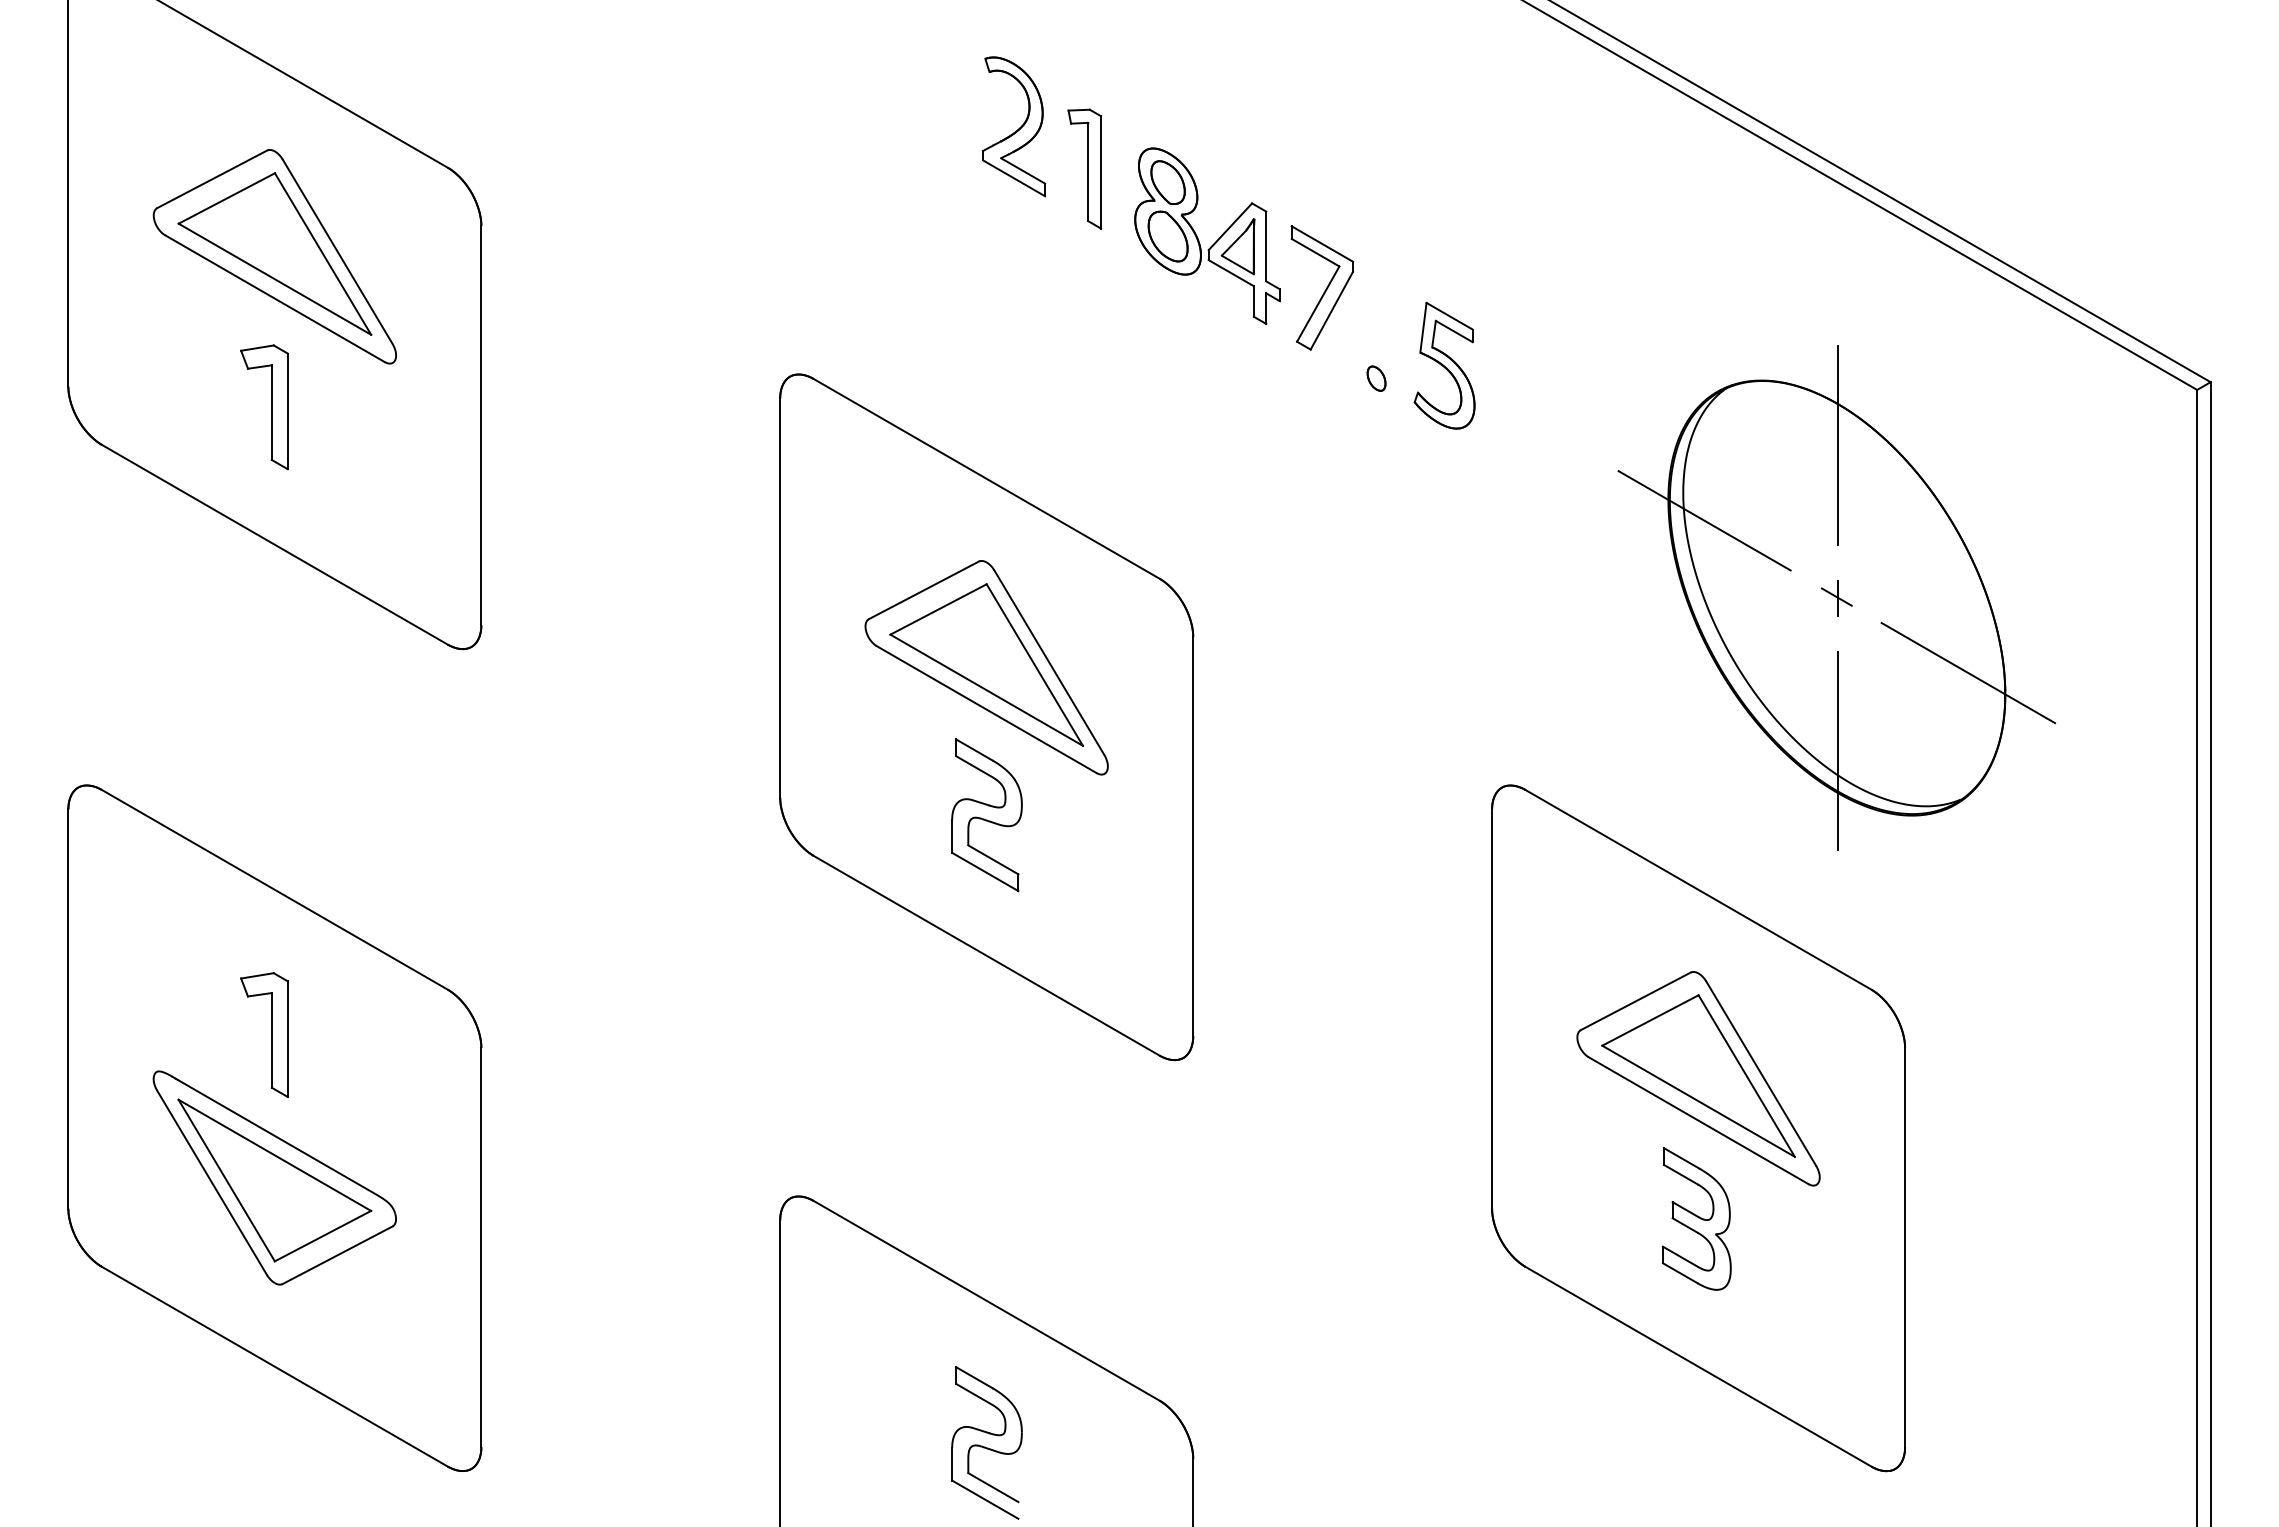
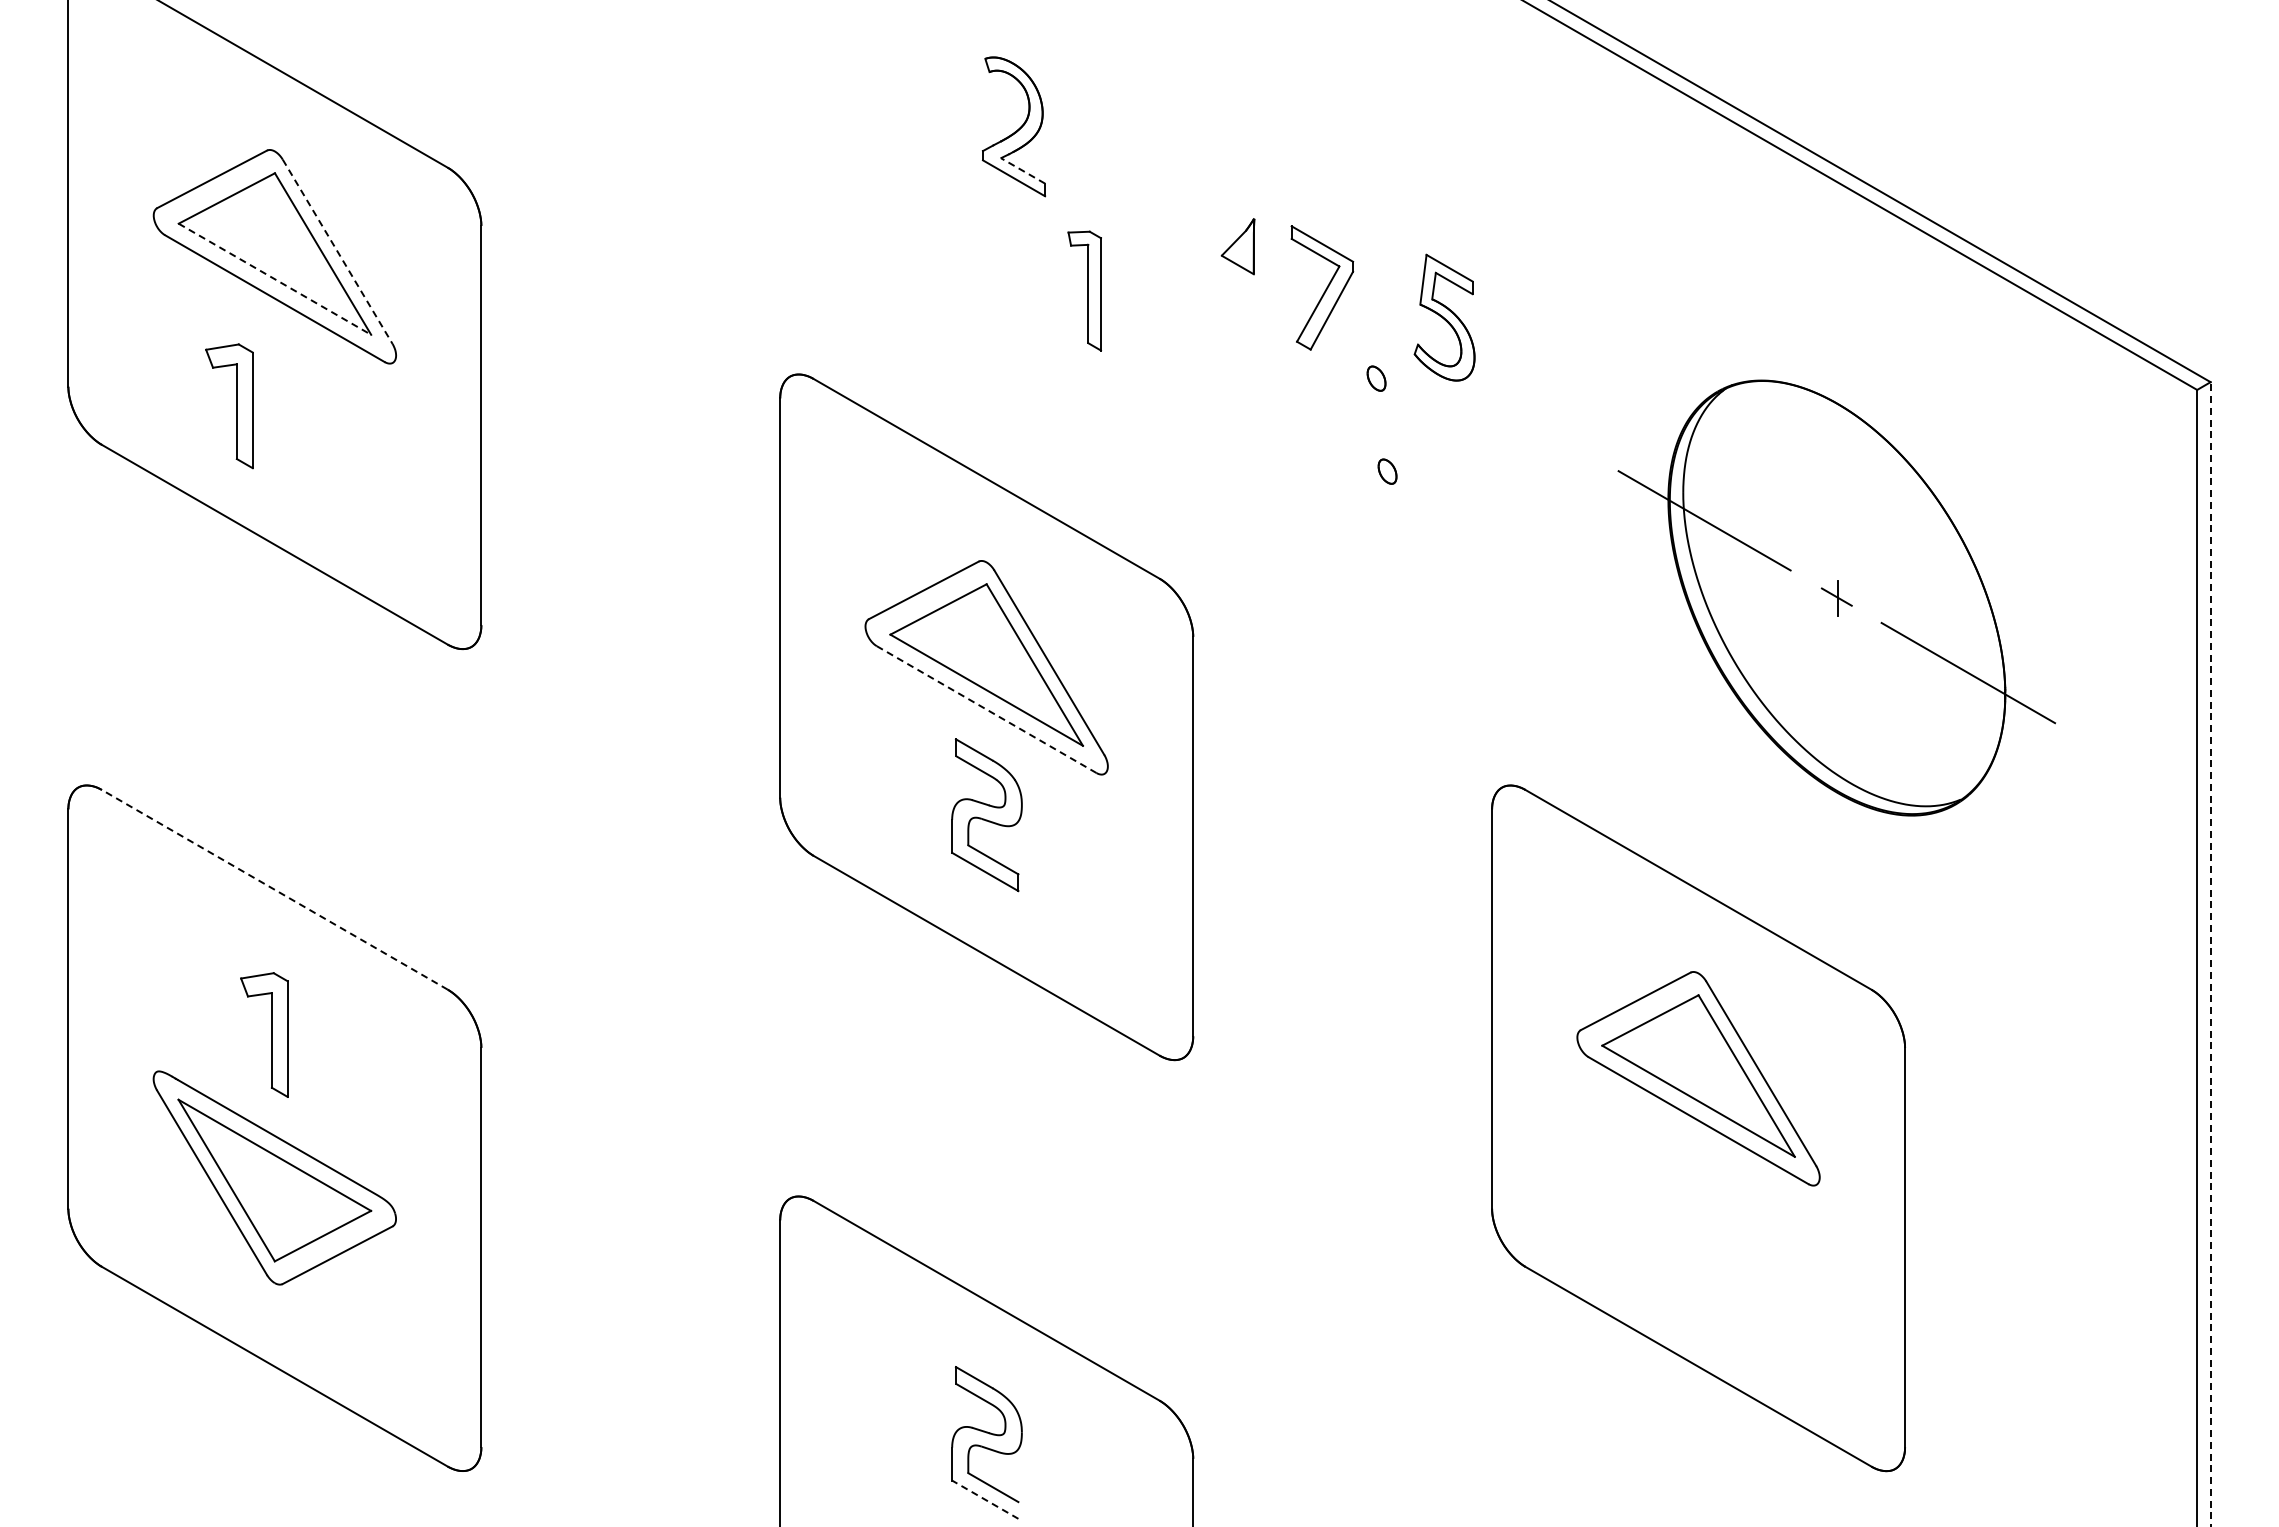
part at (1084, 168) position: (1084, 168) -> (1084, 290)
line at (1022, 170): solid -> dashed
part at (1199, 240): present -> none
line at (337, 252): solid -> dashed
line at (275, 279): solid -> dashed
part at (1444, 365) position: (1444, 365) -> (1444, 317)
part at (271, 407) position: (271, 407) -> (236, 406)
line at (1837, 445): present -> none
part at (1387, 471): none -> present
line at (986, 709): solid -> dashed
line at (1837, 750): present -> none
line at (274, 889): solid -> dashed
line at (2210, 954): solid -> dashed
part at (1696, 1218): present -> none
line at (984, 1499): solid -> dashed
